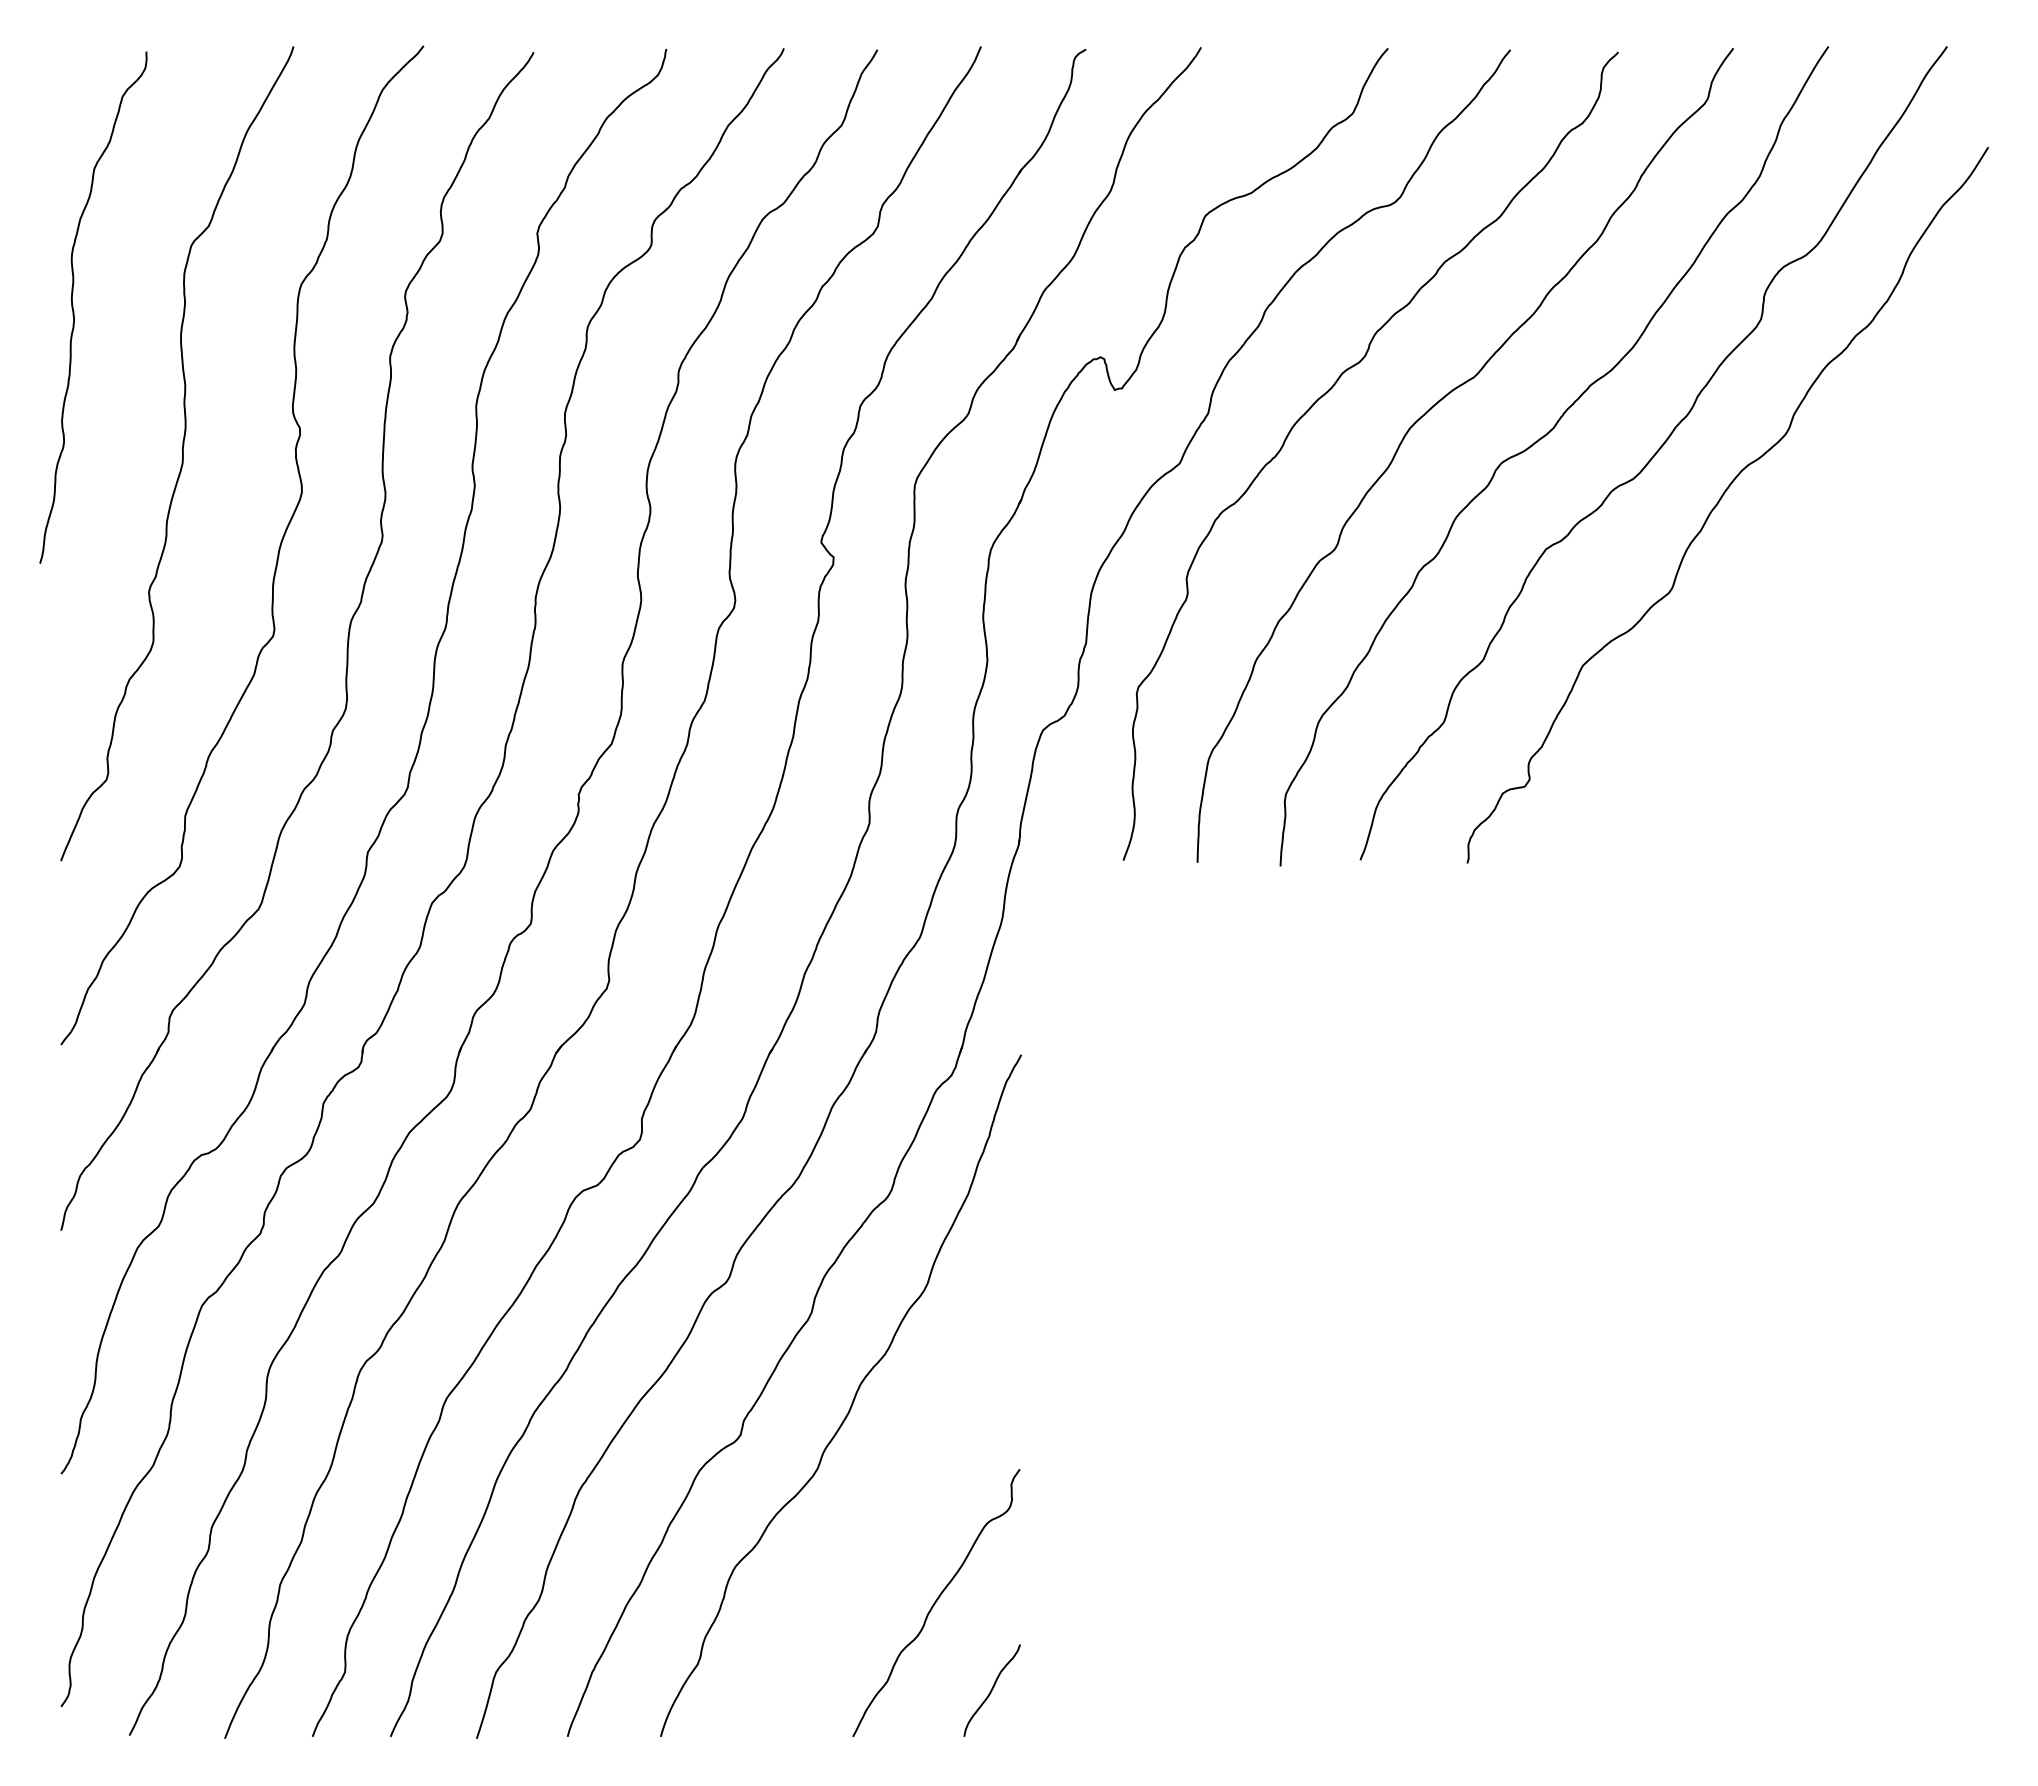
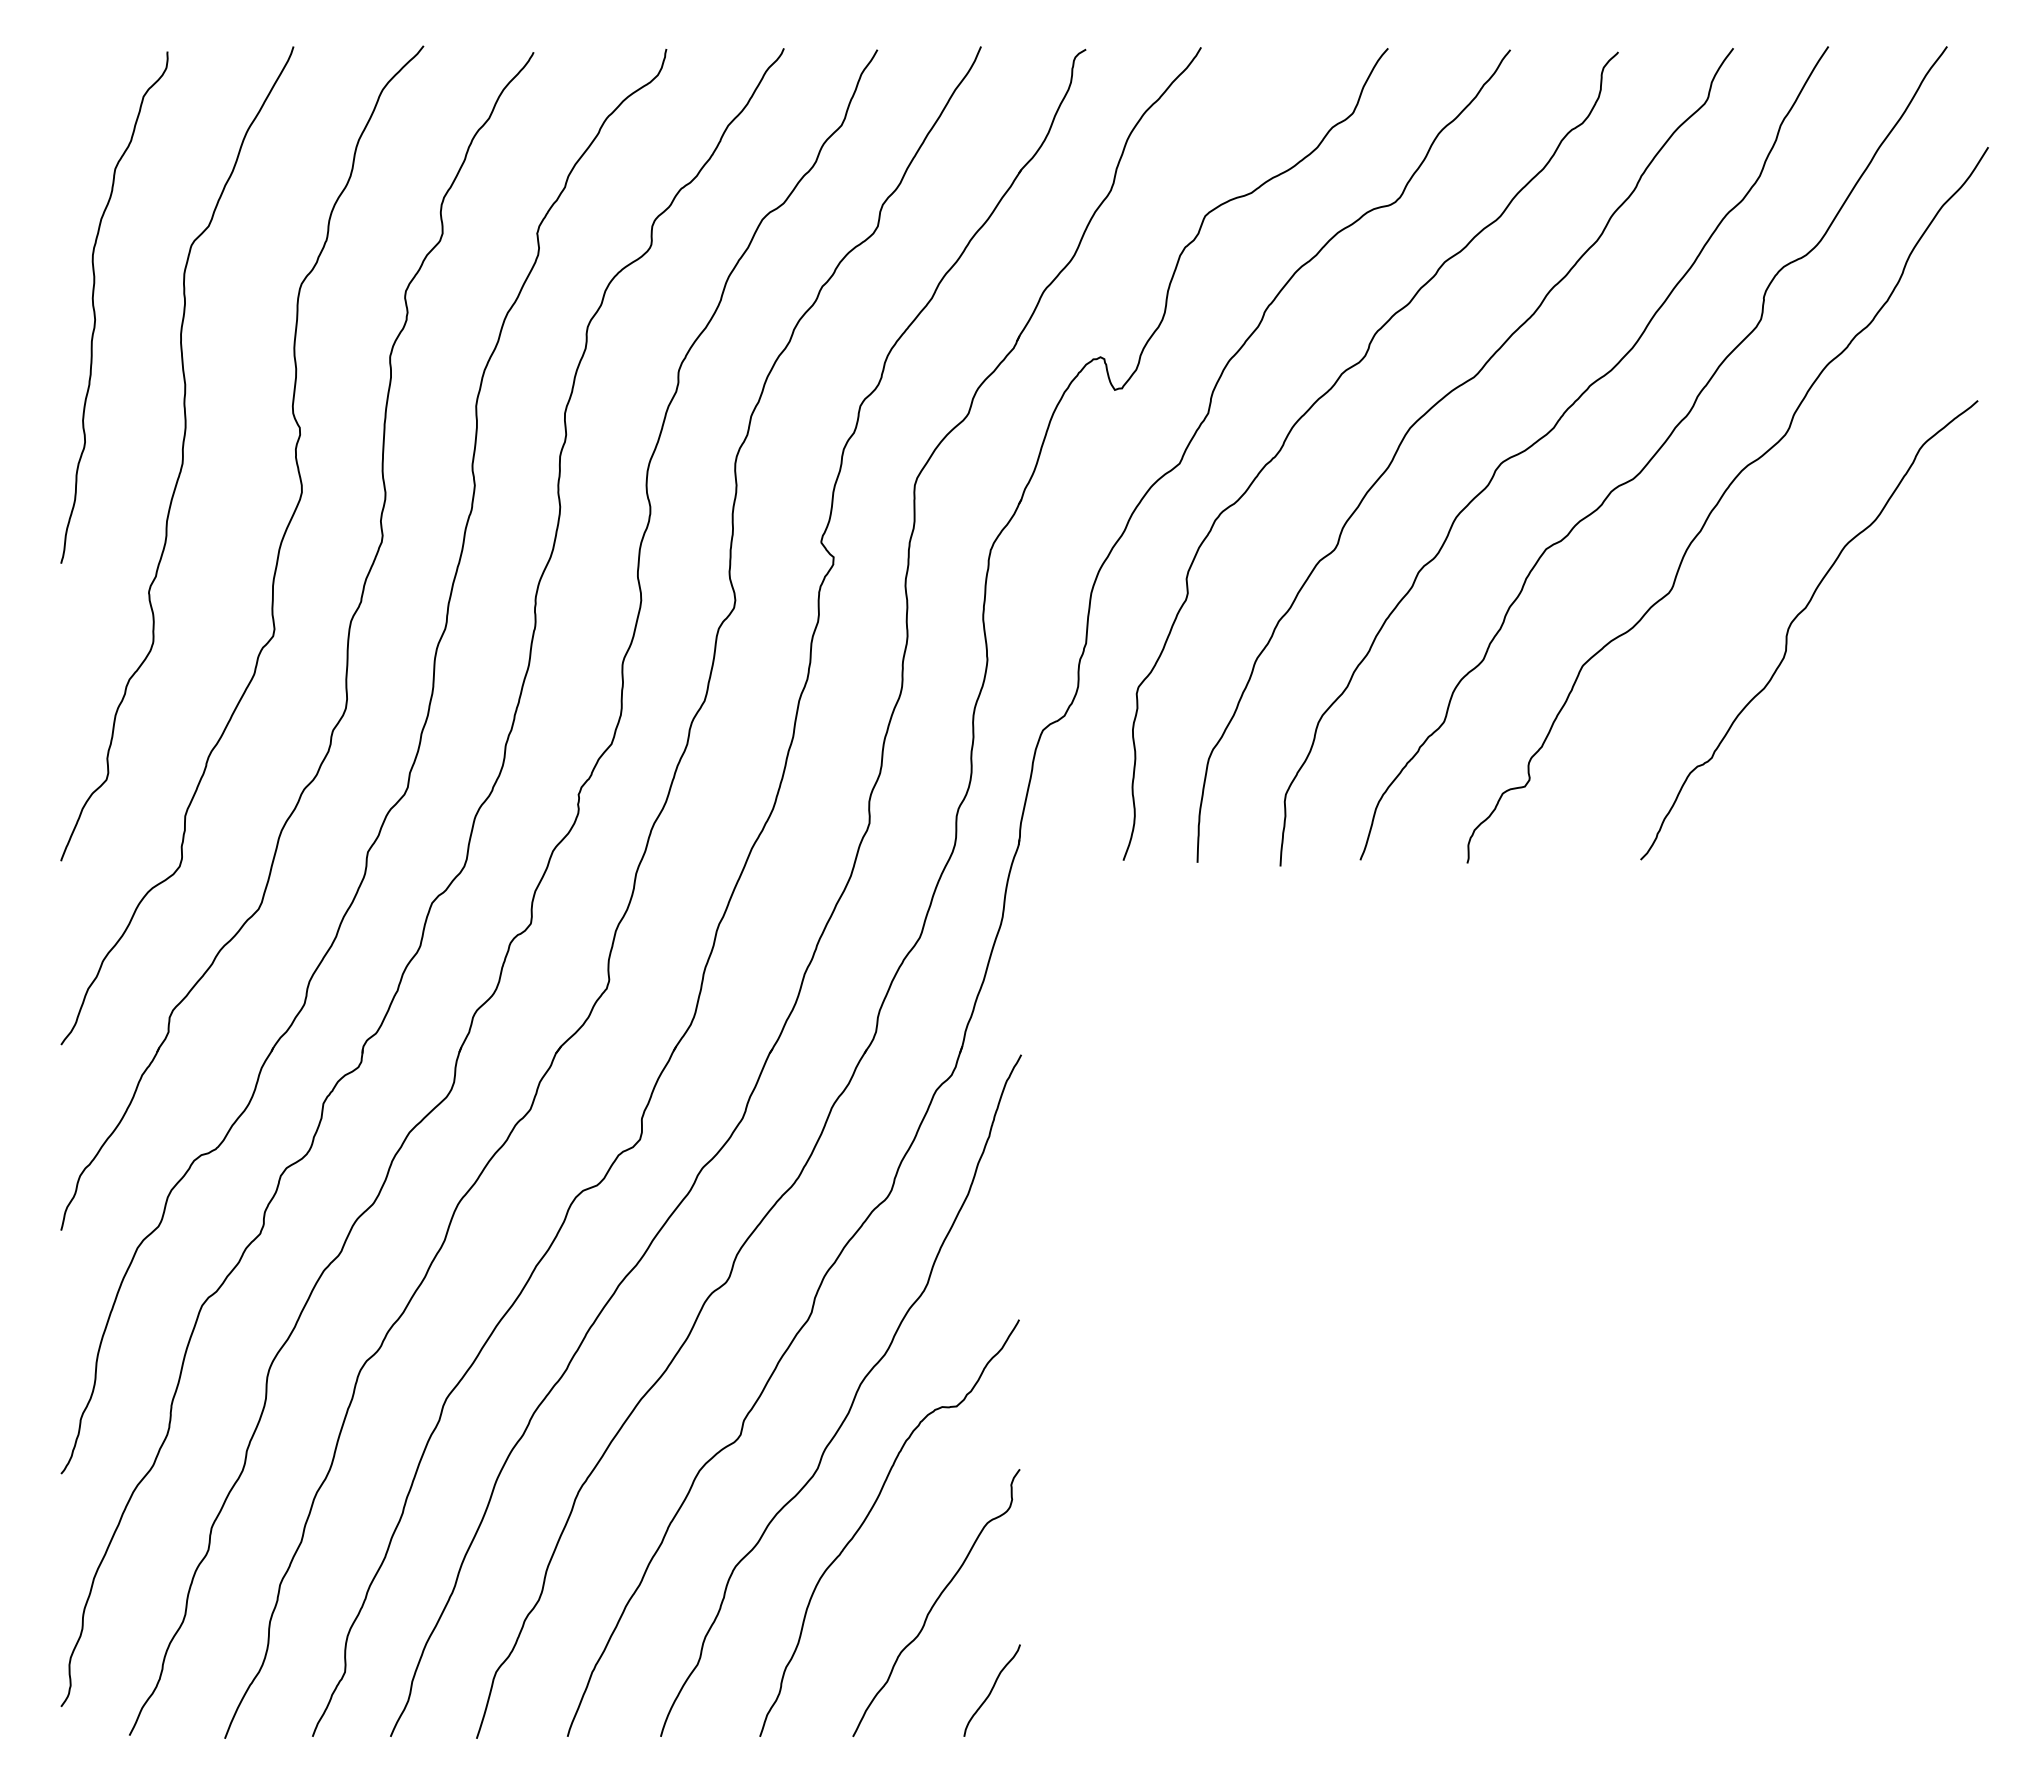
curve at (74, 311) position: (74, 311) -> (95, 311)
curve at (1797, 617): none -> present
curve at (868, 1516): none -> present
